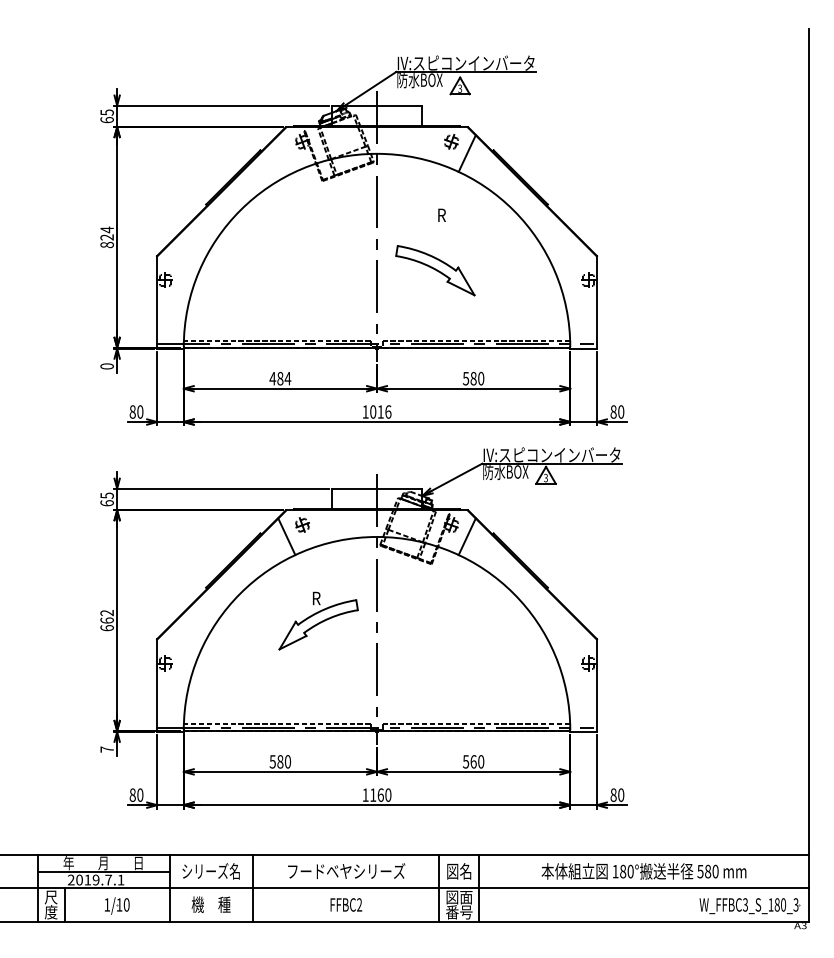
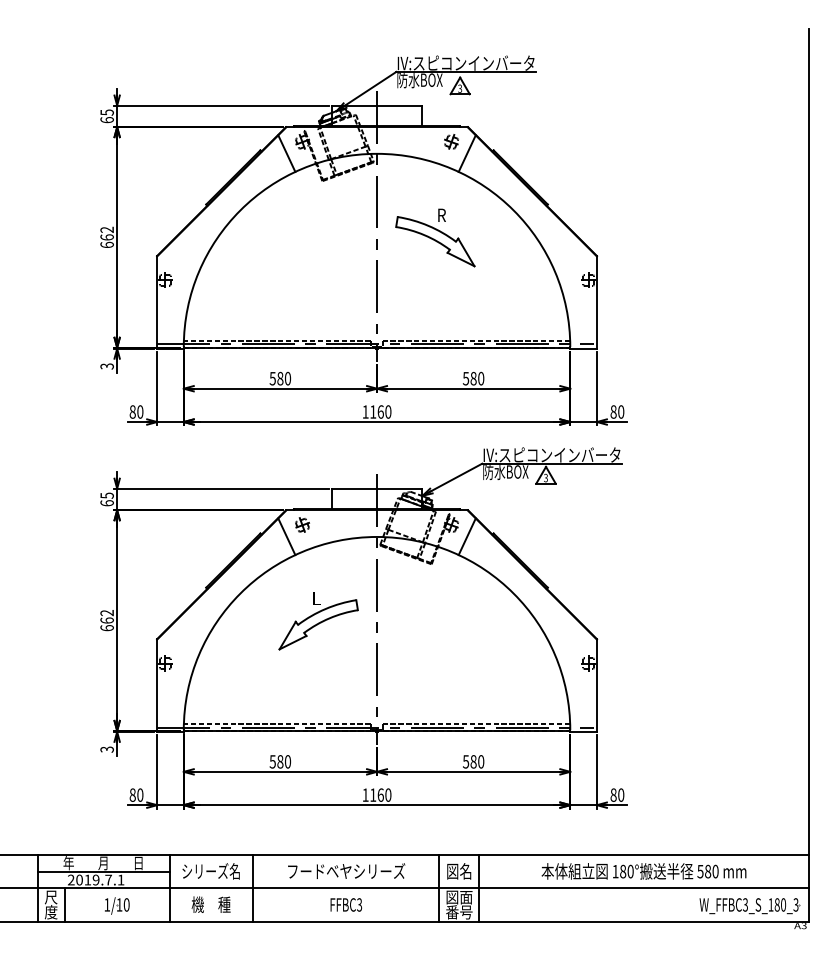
line at (286, 153): none -> present
text at (106, 237): 824 -> 662
part at (435, 270) position: (435, 270) -> (435, 241)
text at (106, 366): 0 -> 3
text at (280, 378): 484 -> 580
text at (380, 411): 1016 -> 1160
text at (316, 598): R -> L
text at (106, 749): 7 -> 3
text at (473, 761): 560 -> 580
text at (359, 905): FFBC2 -> FFBC3
